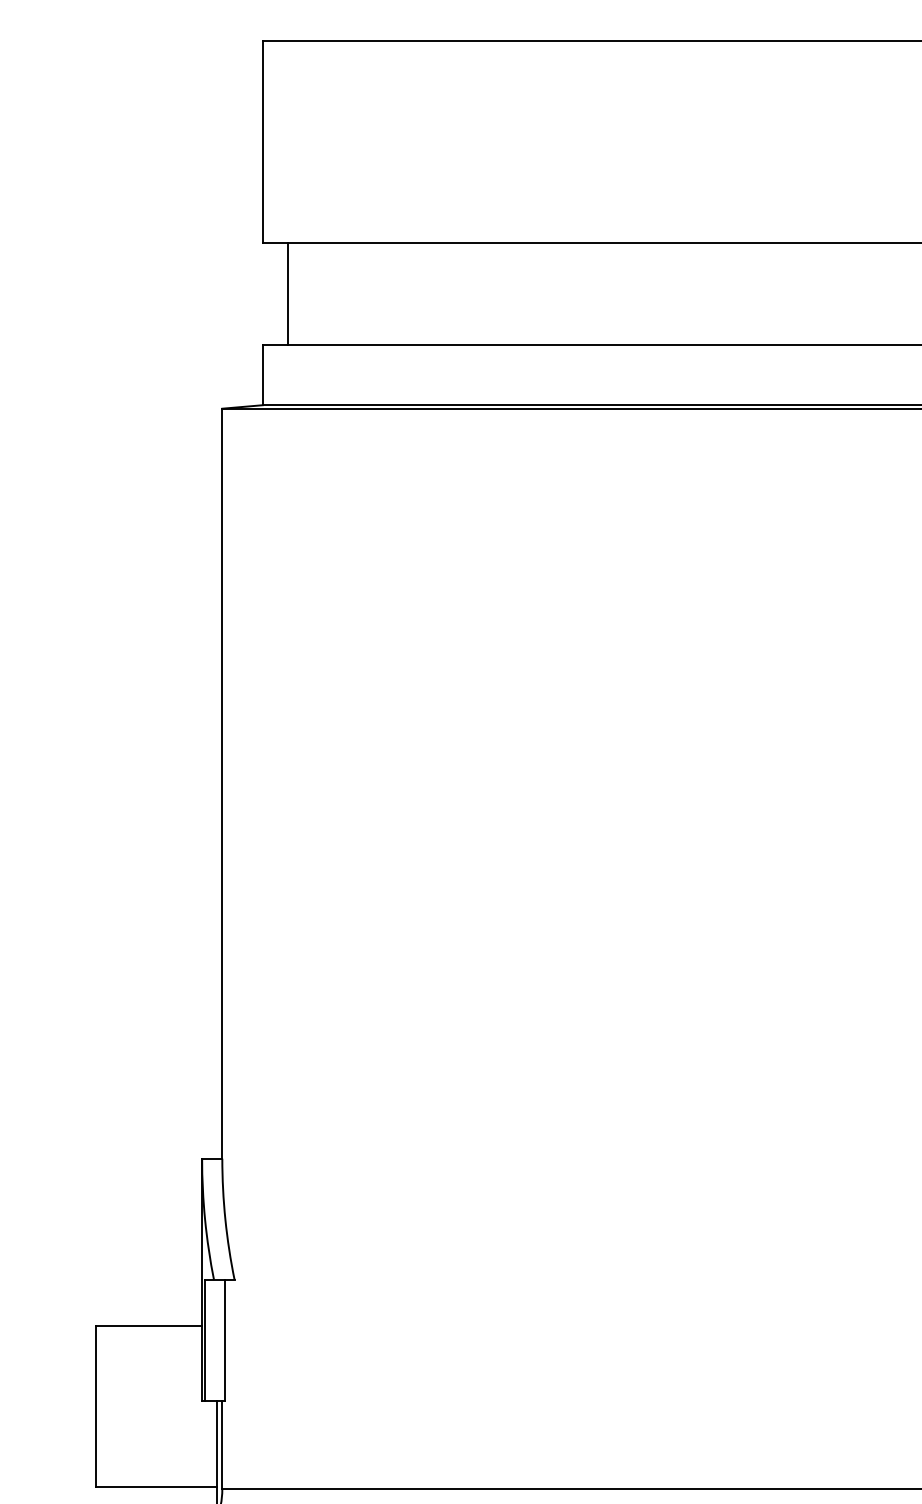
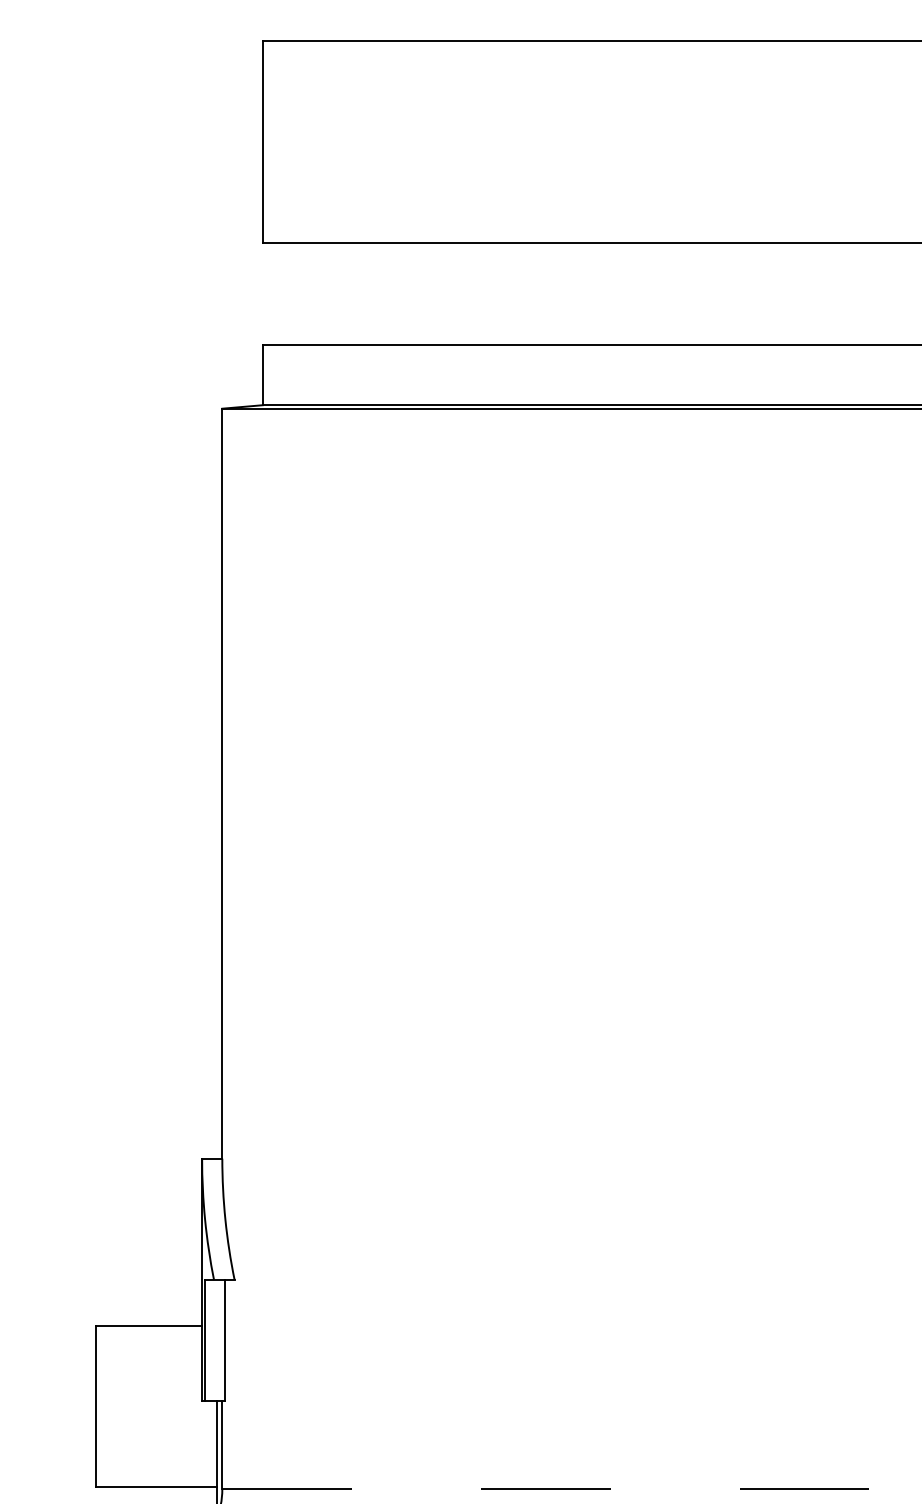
line at (288, 293): present -> none
line at (572, 1489): solid -> dashed
